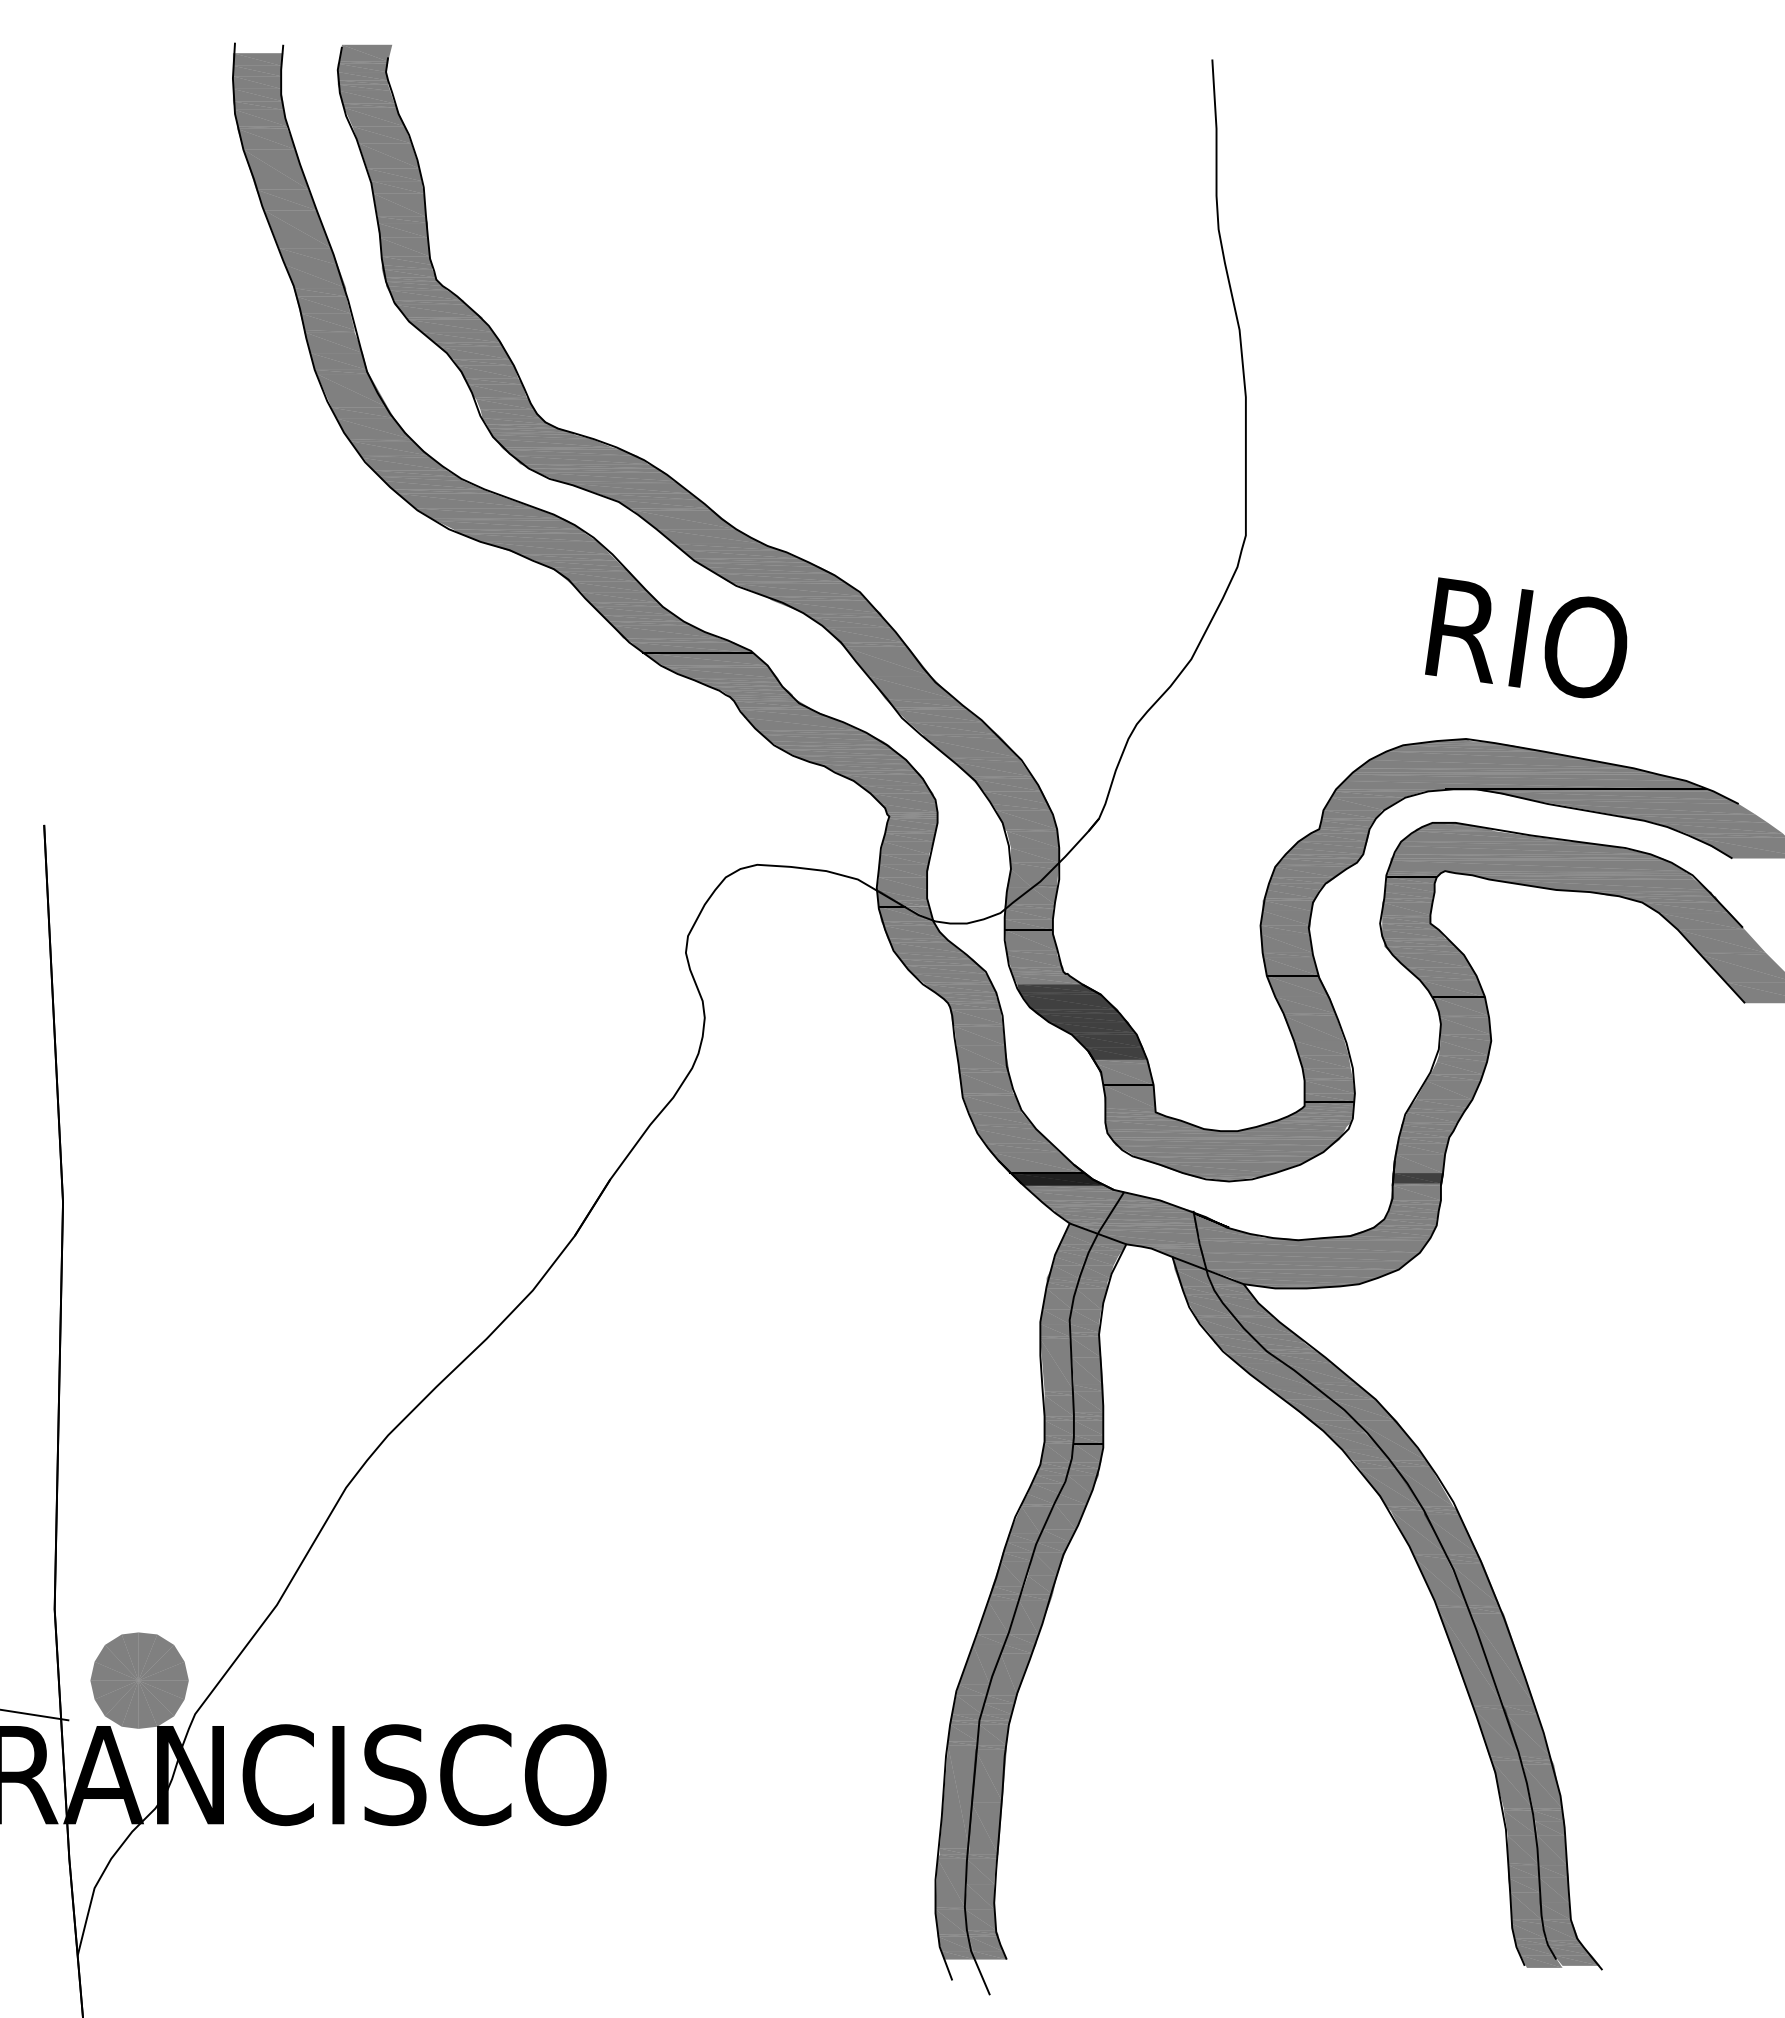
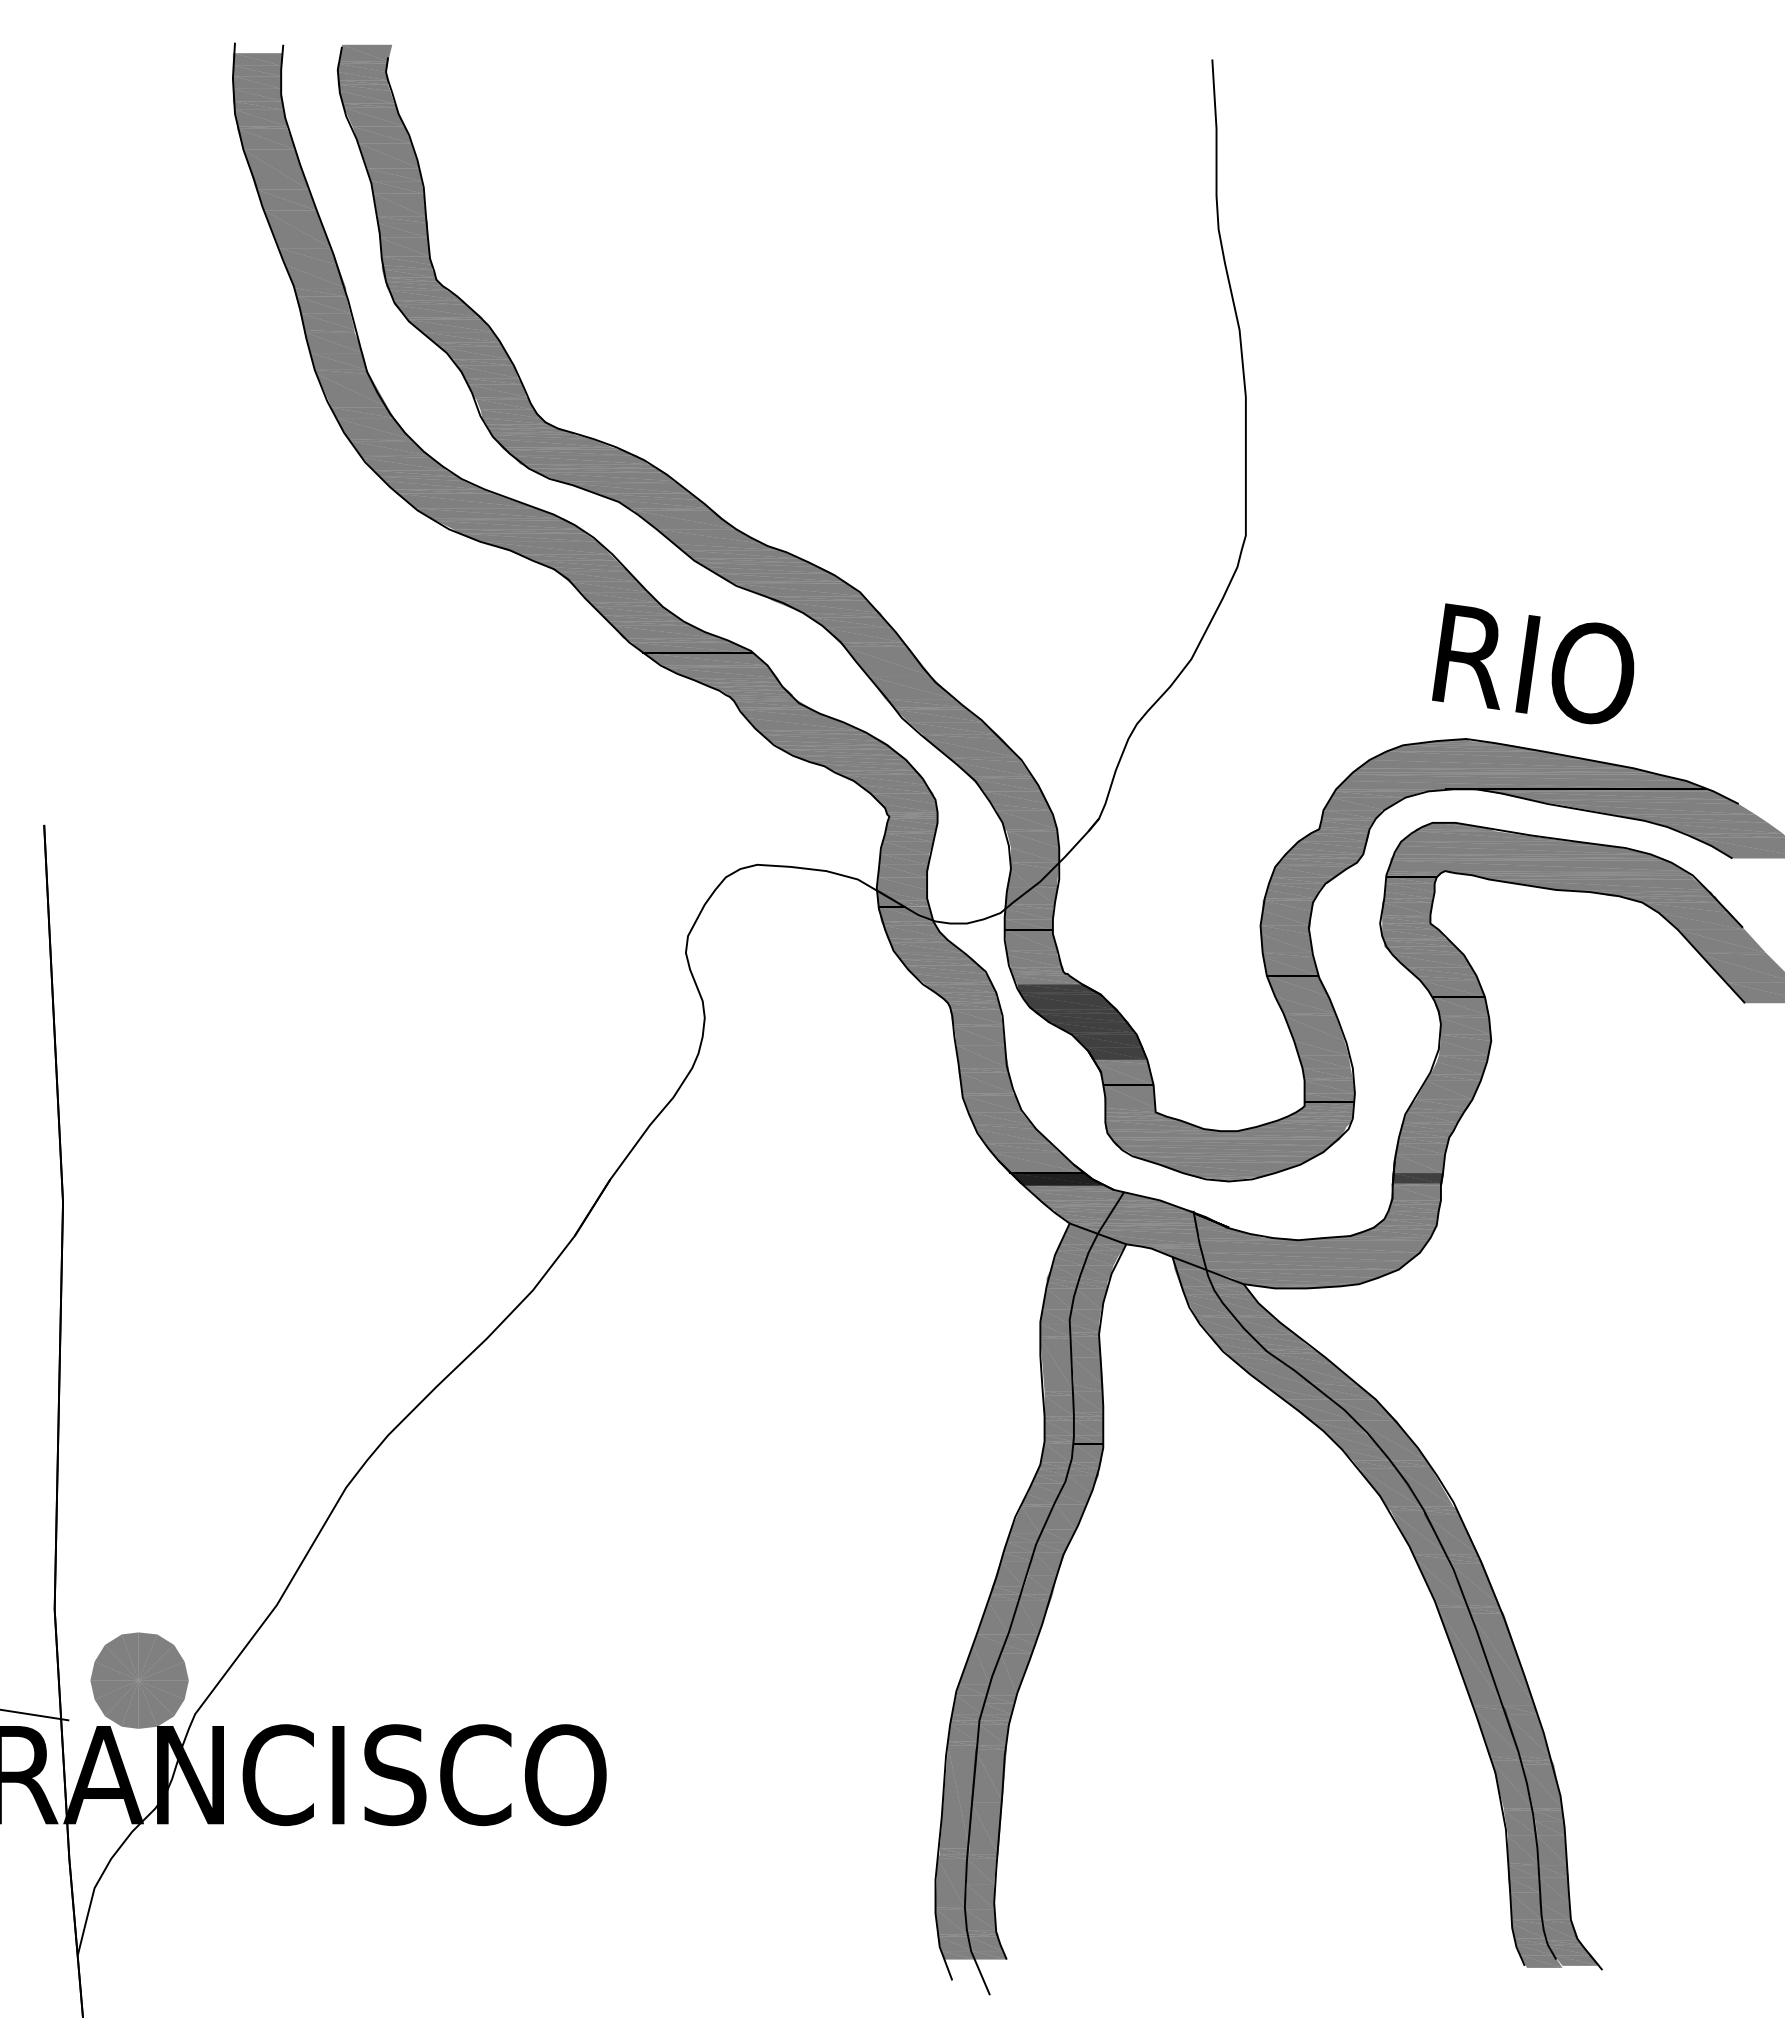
text at (1526, 637) position: (1526, 637) -> (1533, 663)
